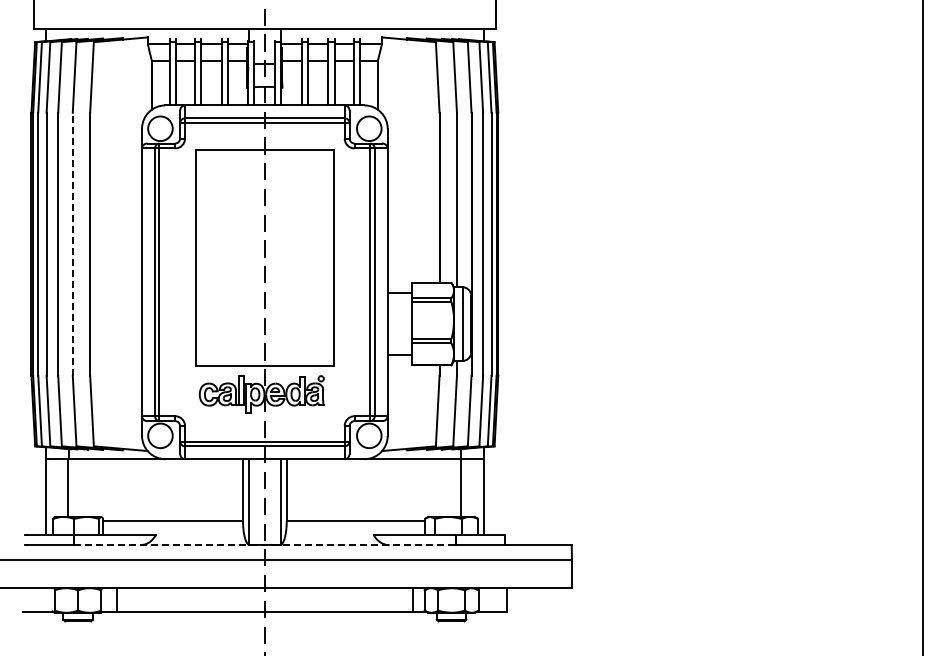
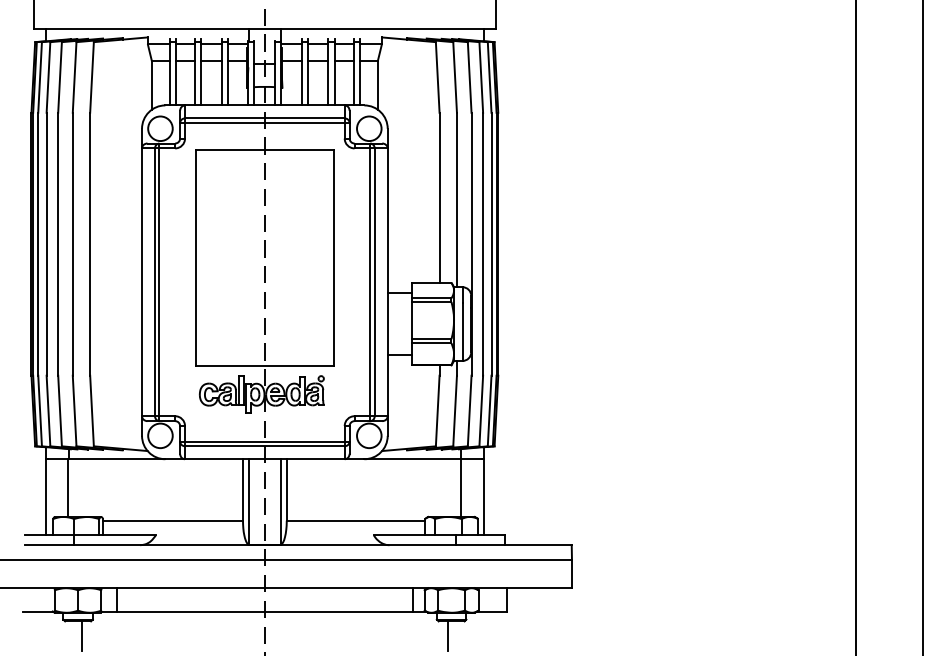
line at (72, 243): dashed -> solid
line at (855, 327): none -> present
line at (265, 545): dashed -> solid
line at (82, 635): none -> present
line at (447, 635): none -> present
